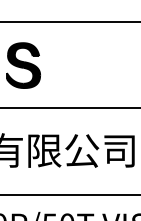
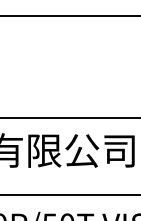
line at (69, 21) position: (69, 21) -> (69, 15)
part at (23, 65): present -> none
line at (69, 108) position: (69, 108) -> (69, 118)
